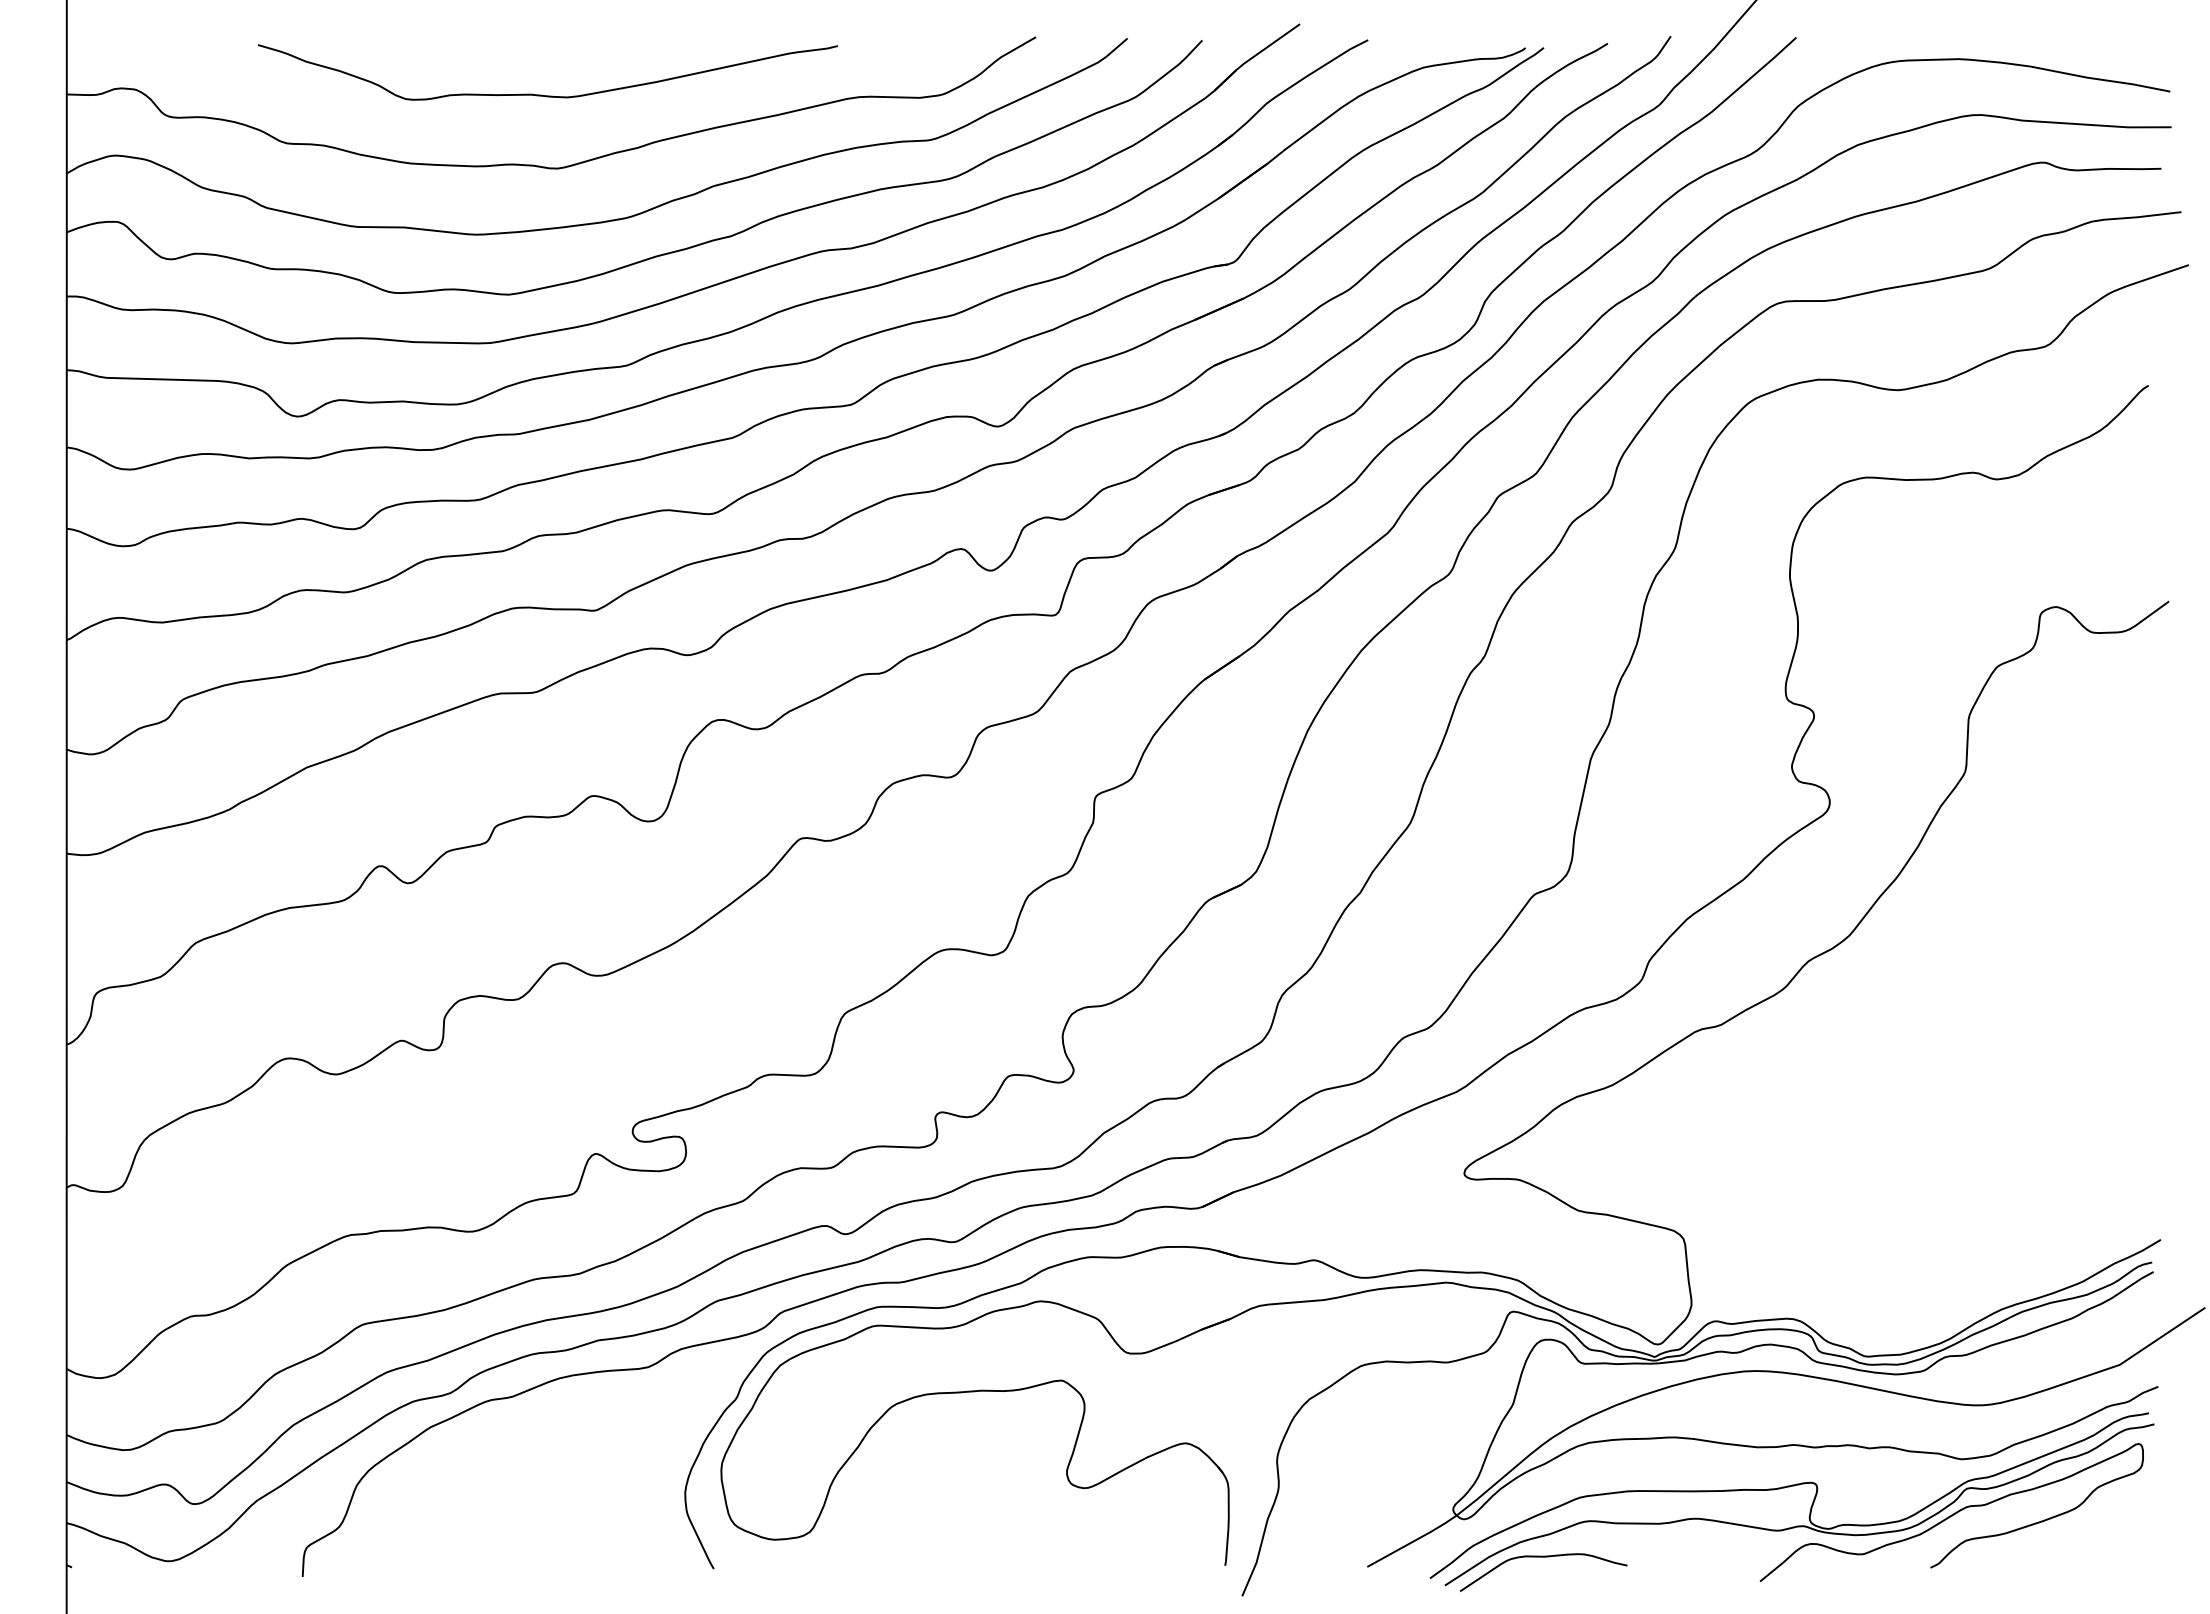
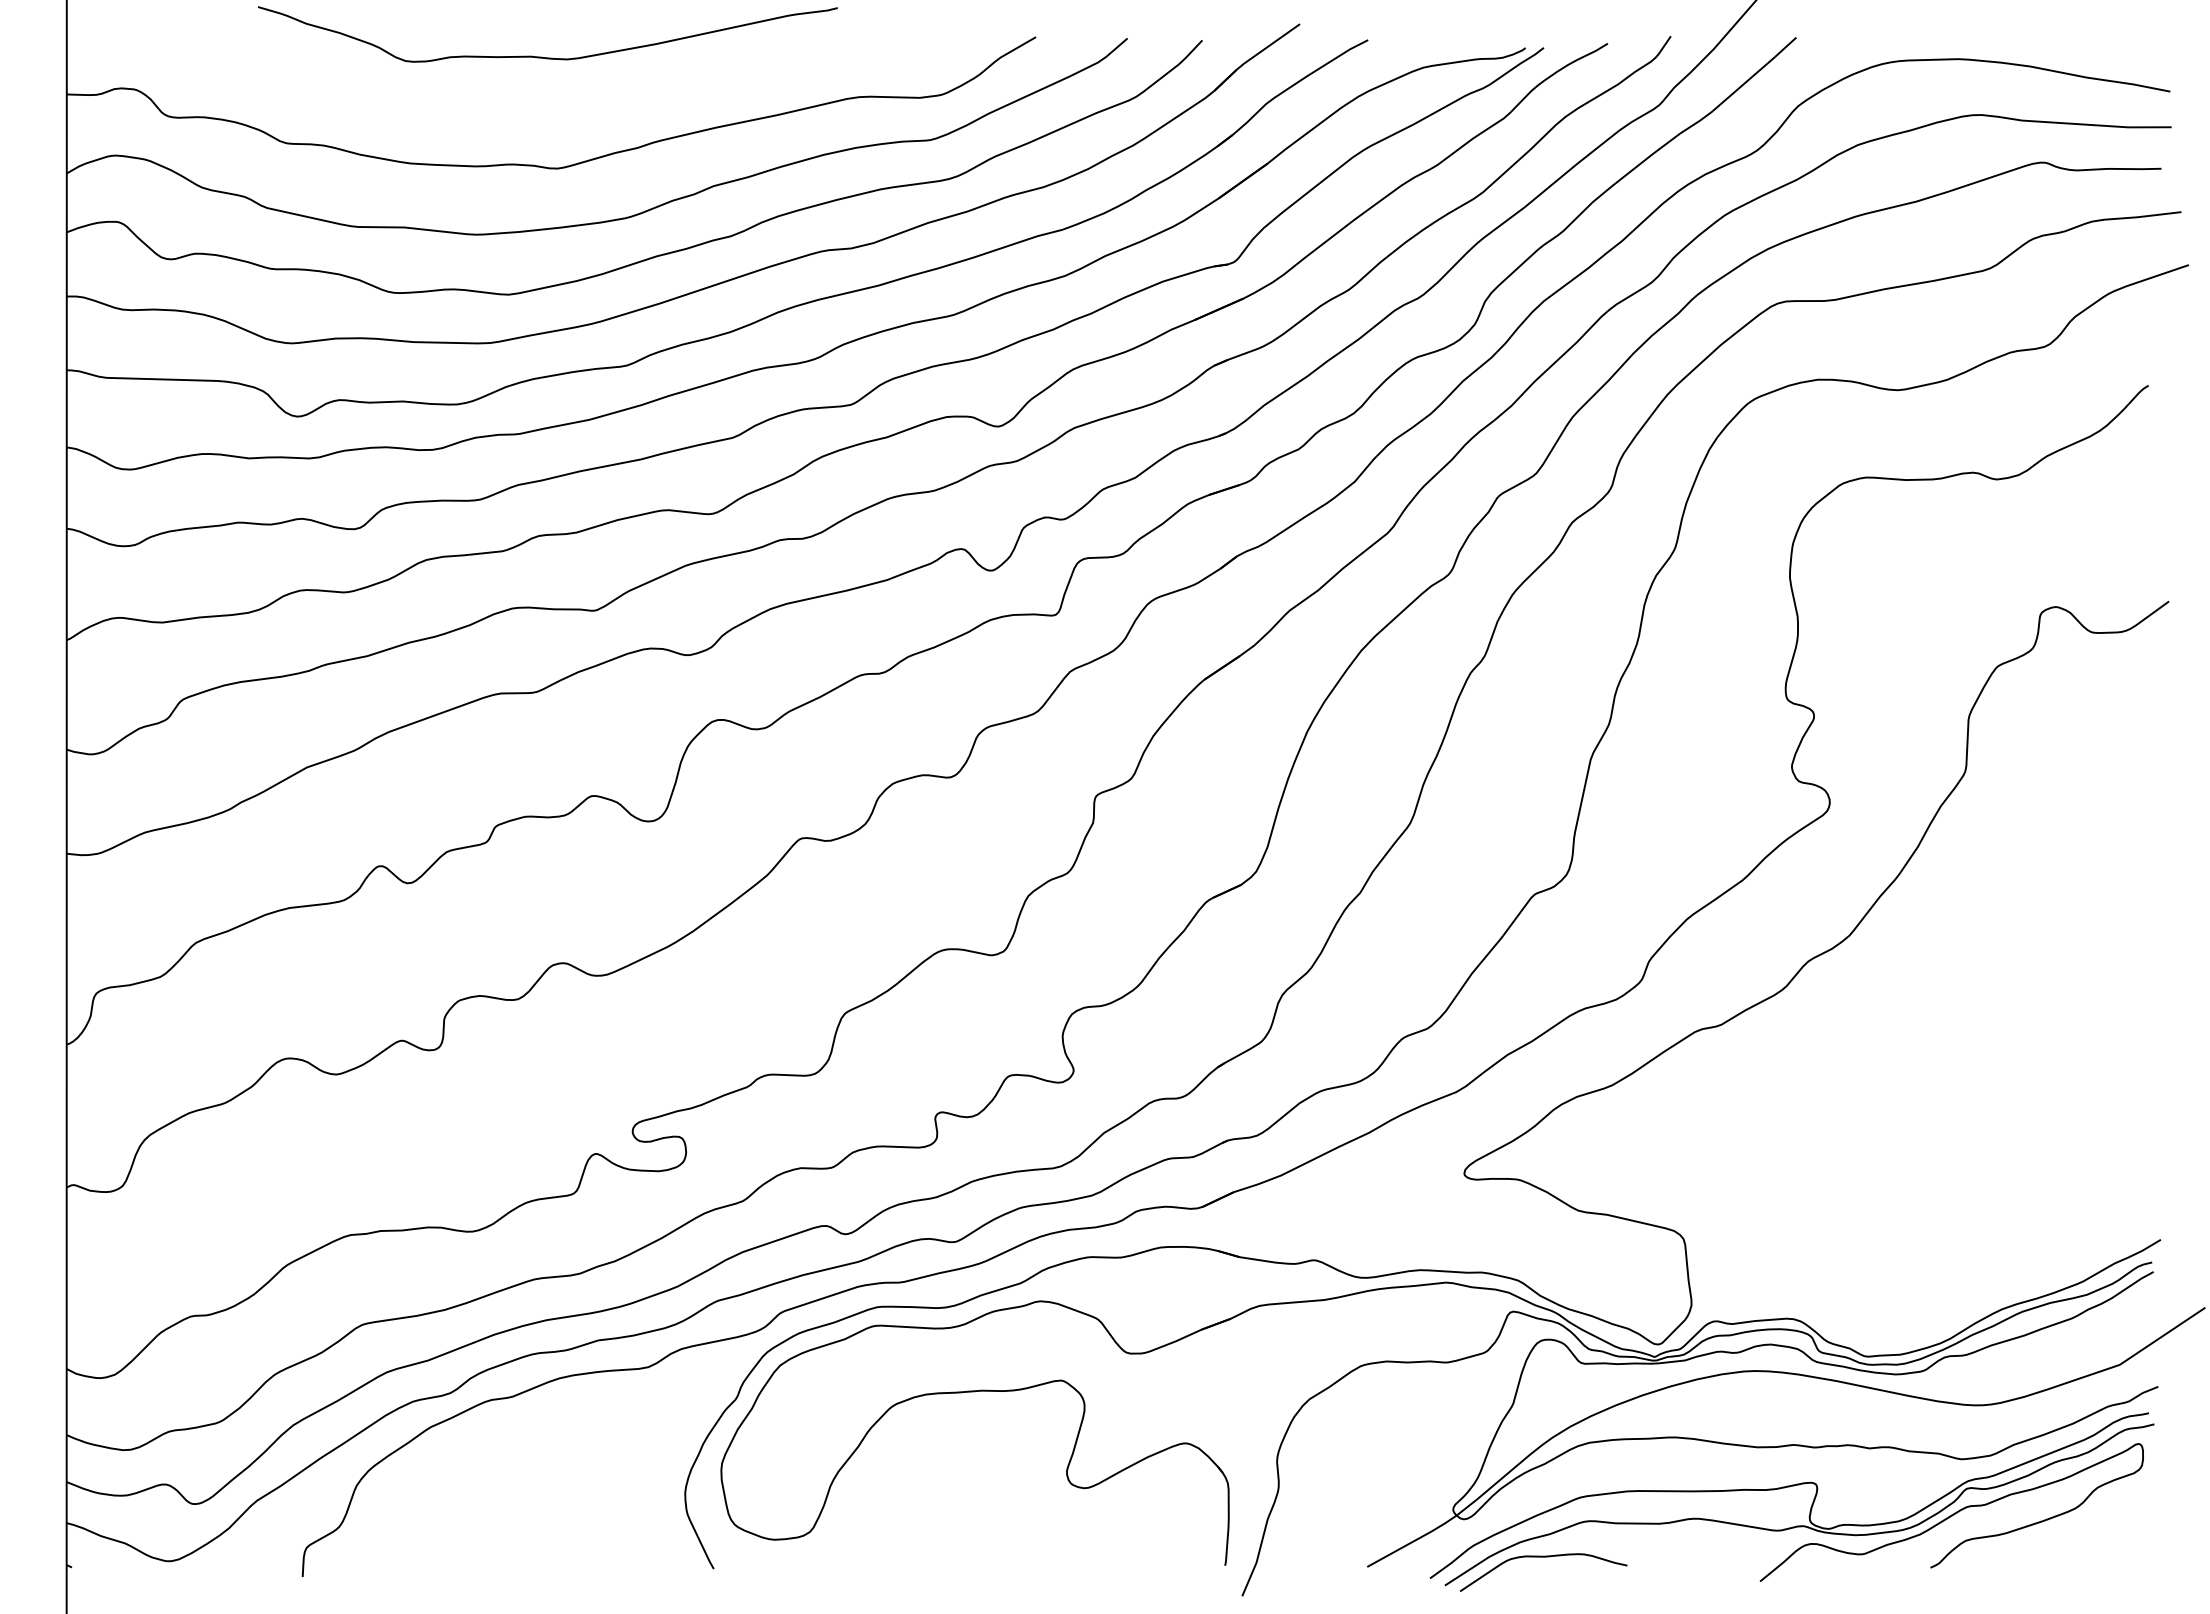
curve at (542, 94) position: (542, 94) -> (542, 56)
